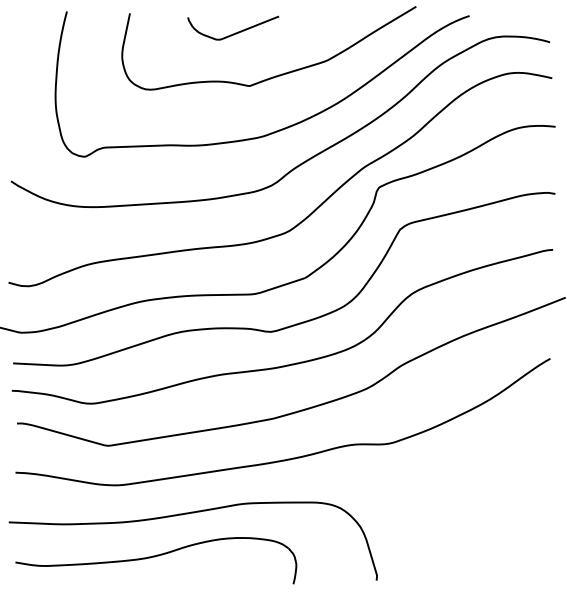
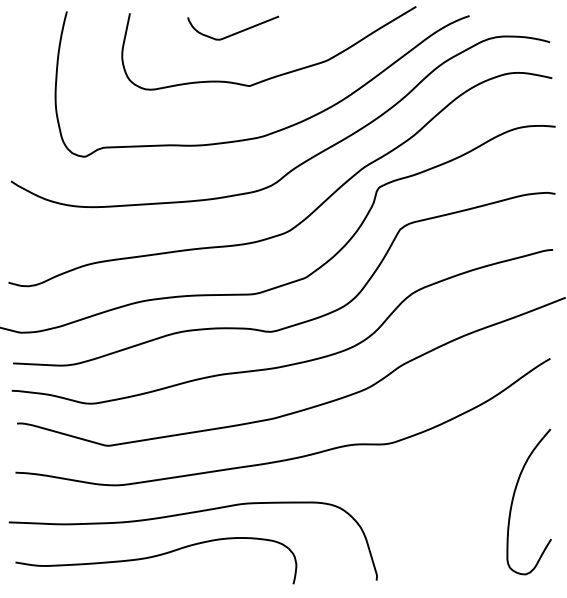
curve at (514, 497): none -> present
